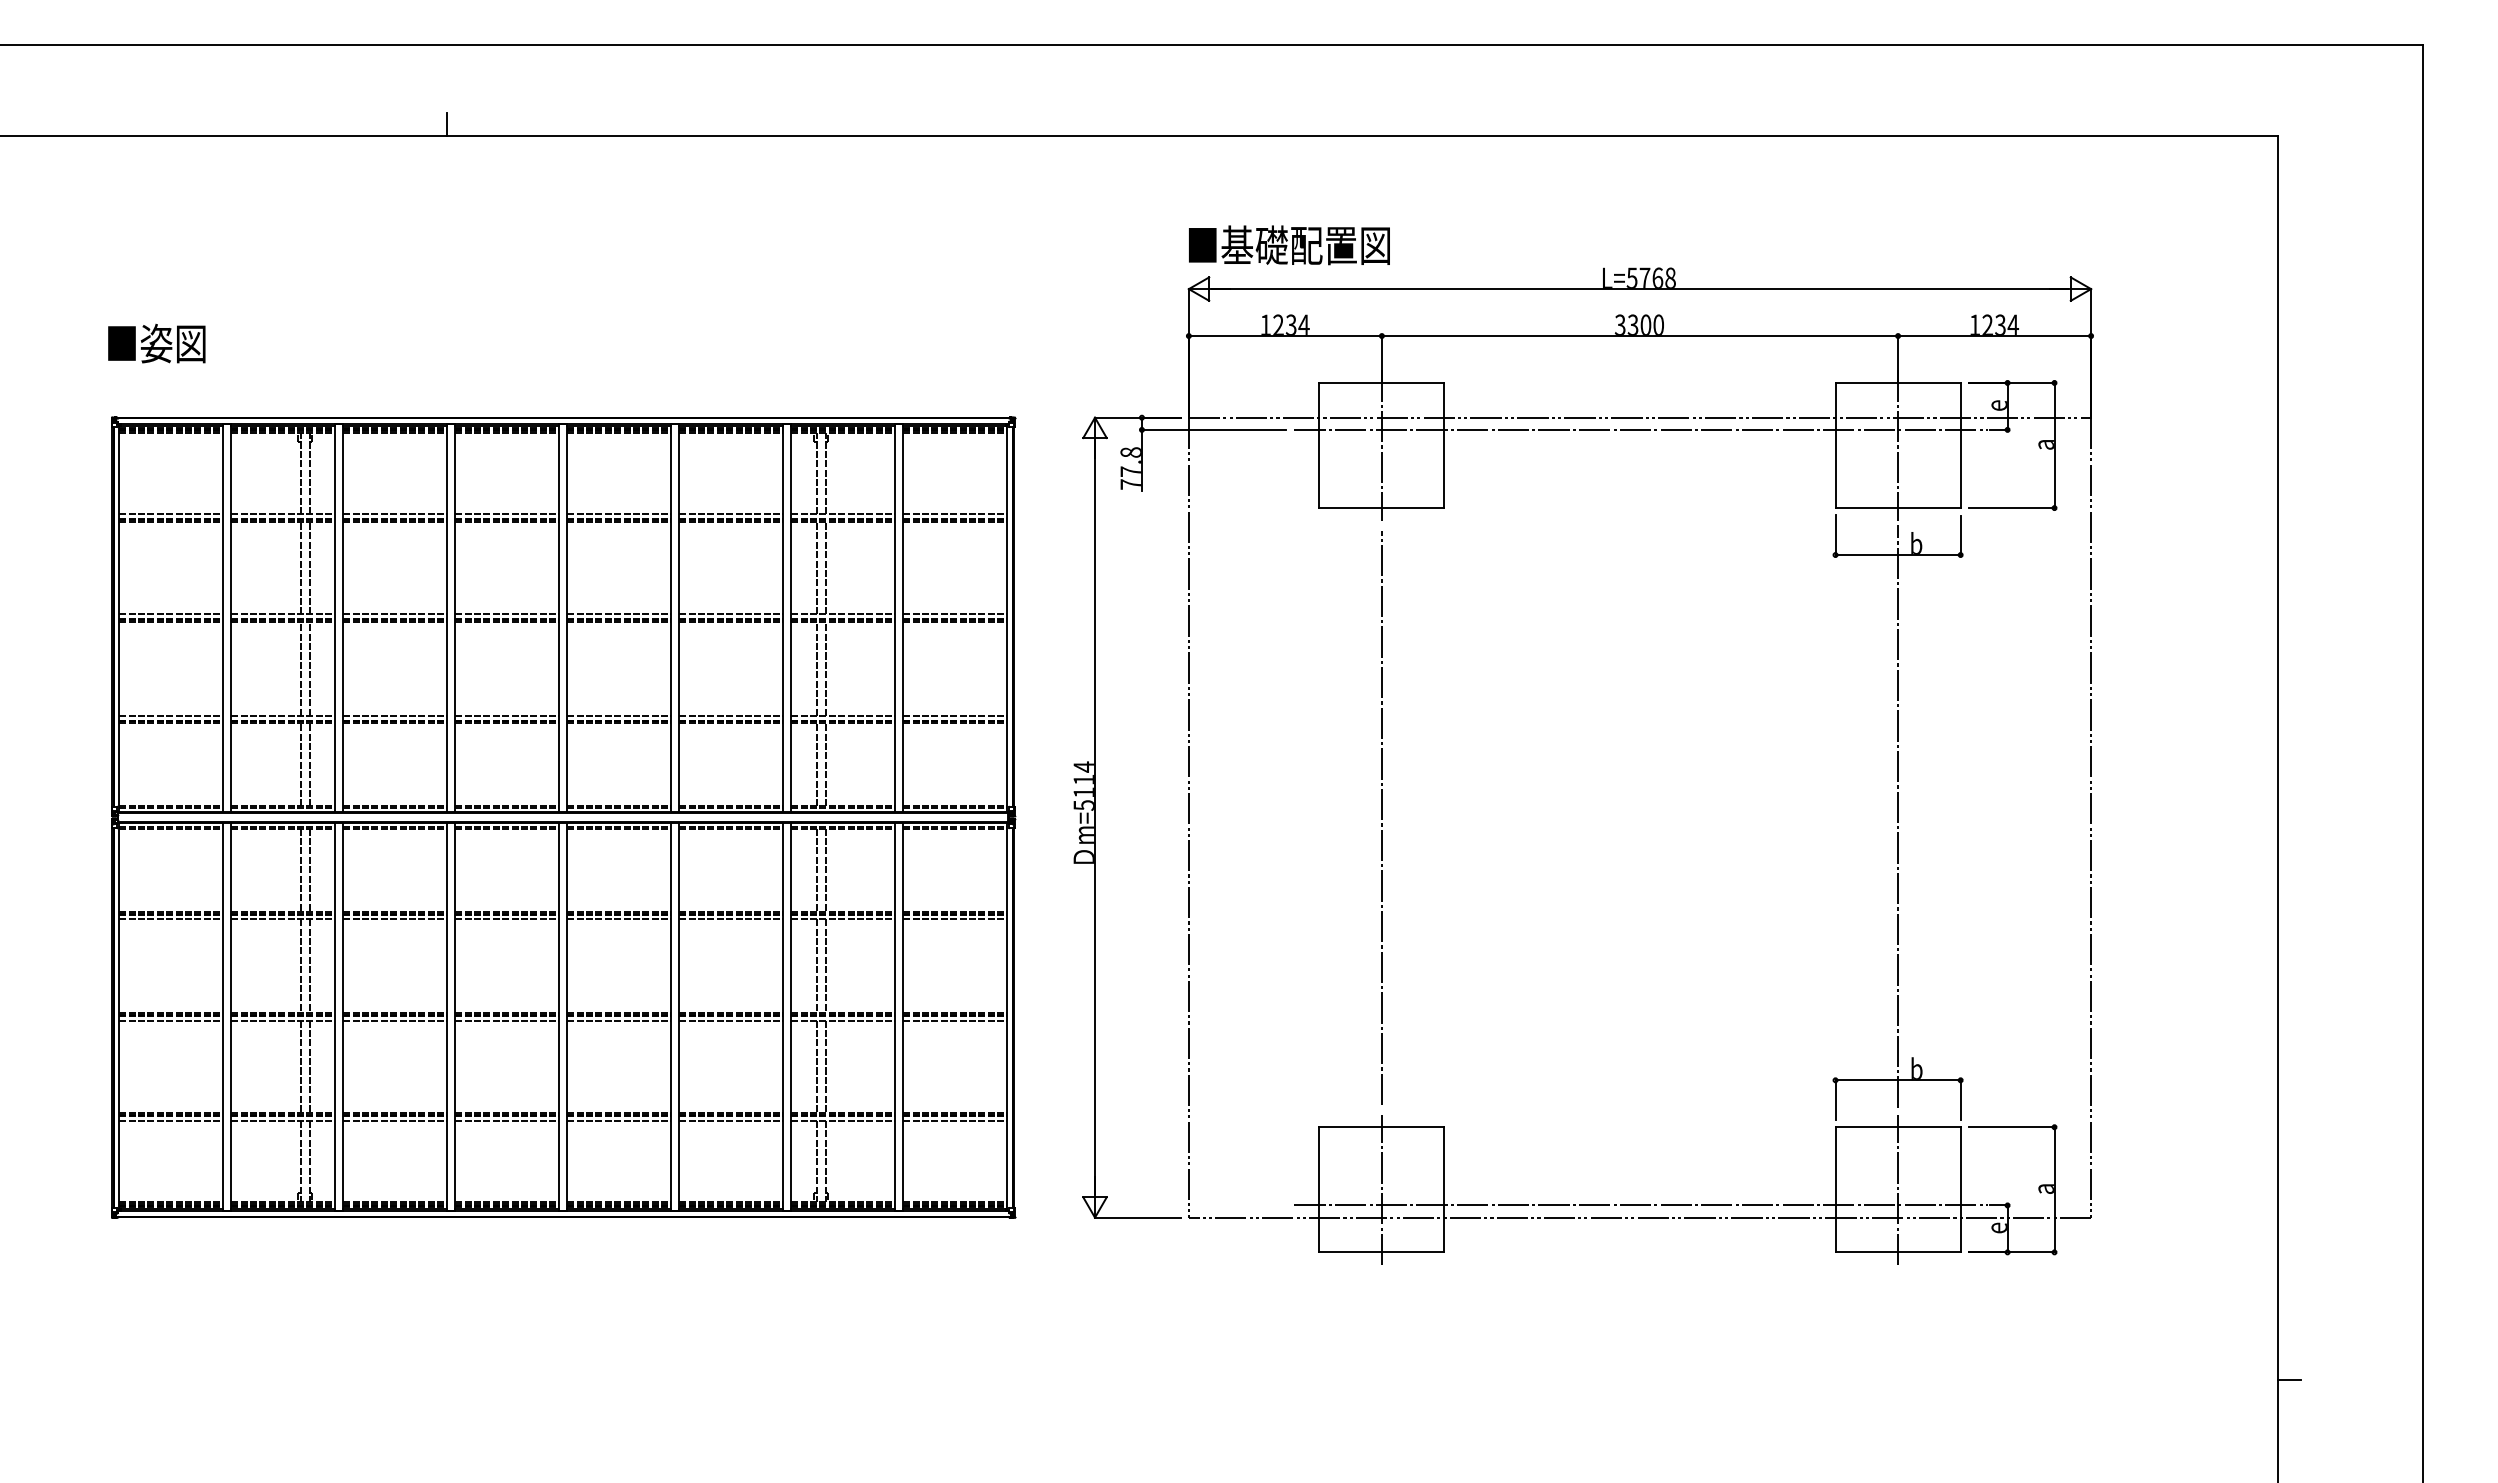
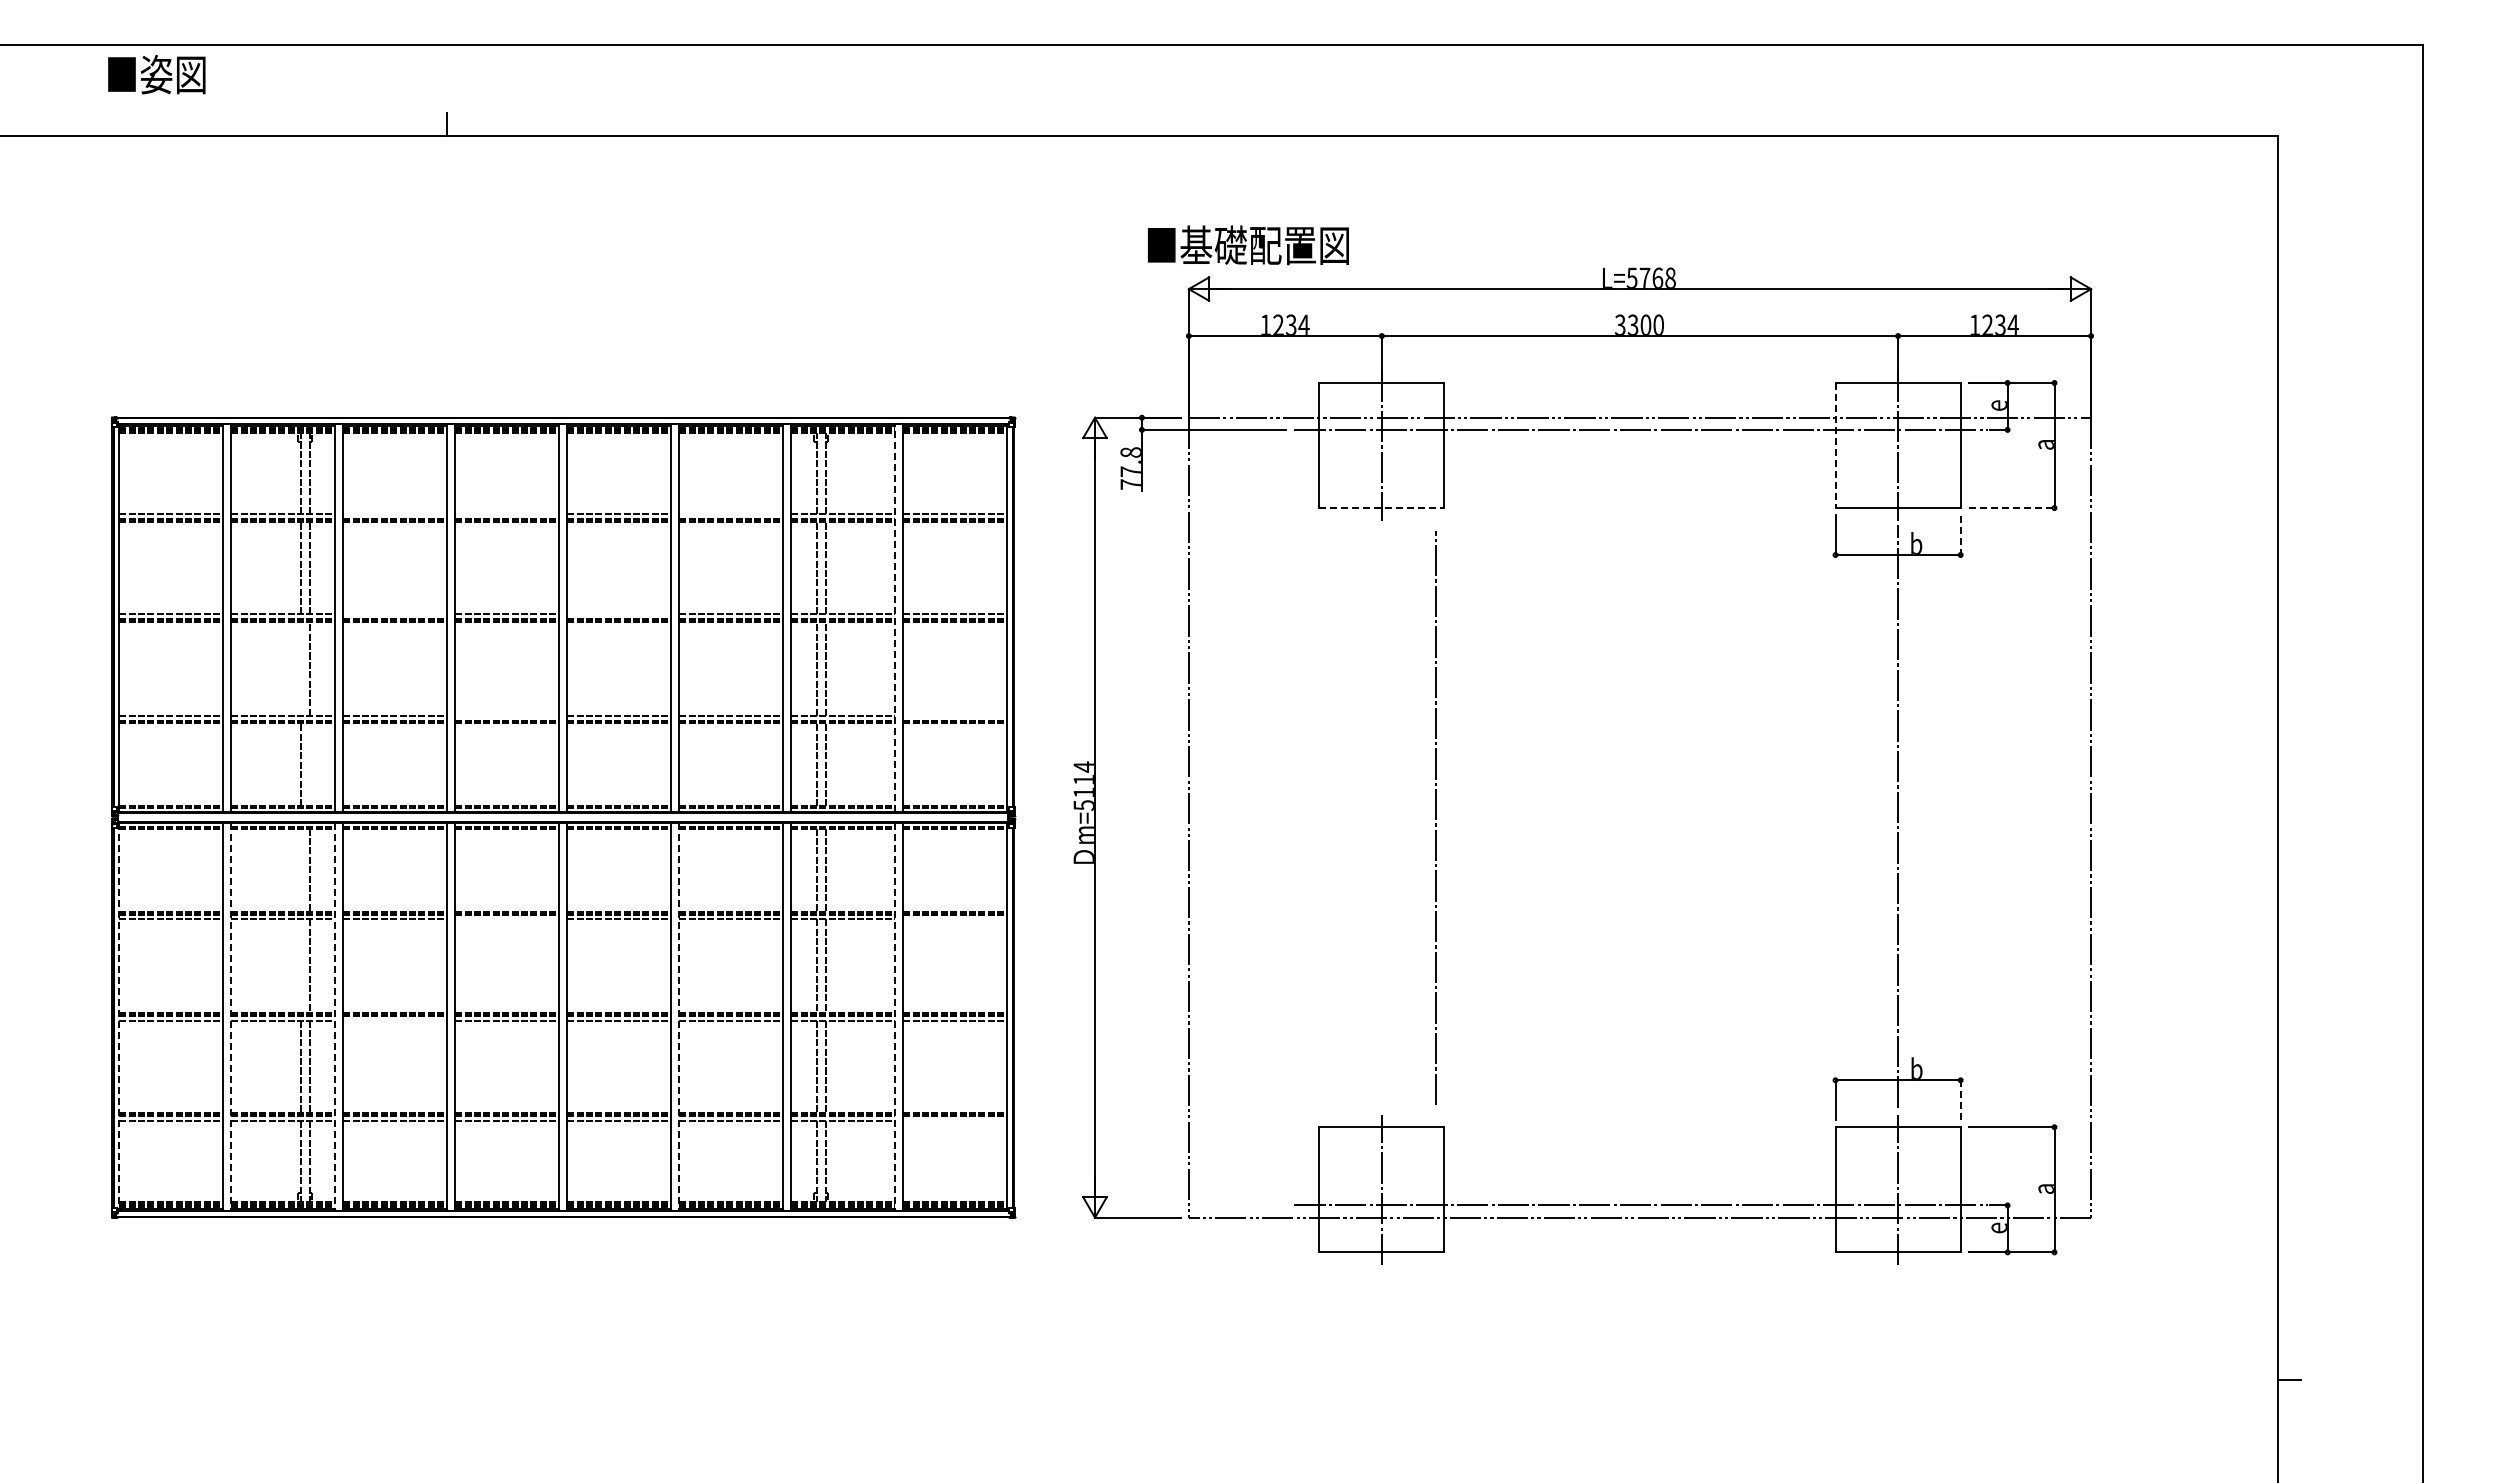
text at (1289, 245) position: (1289, 245) -> (1248, 245)
text at (156, 343) position: (156, 343) -> (156, 74)
line at (1835, 445): solid -> dashed
line at (1381, 508): solid -> dashed
line at (2012, 508): solid -> dashed
line at (395, 514): present -> none
line at (507, 514): present -> none
line at (731, 514): present -> none
line at (1960, 535): solid -> dashed
line at (395, 614): present -> none
line at (619, 614): present -> none
line at (895, 618): solid -> dashed
line at (301, 668): present -> none
line at (507, 715): present -> none
line at (955, 715): present -> none
line at (309, 764): present -> none
line at (1381, 817) position: (1381, 817) -> (1435, 817)
line at (301, 869): present -> none
line at (507, 919): present -> none
line at (955, 919): present -> none
line at (301, 965): present -> none
line at (119, 1016): solid -> dashed
line at (231, 1016): solid -> dashed
line at (335, 1016): solid -> dashed
line at (679, 1016): solid -> dashed
line at (895, 1016): solid -> dashed
line at (395, 1020): present -> none
line at (1960, 1099): solid -> dashed
line at (955, 1120): present -> none
